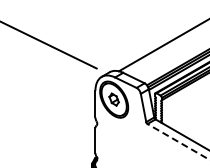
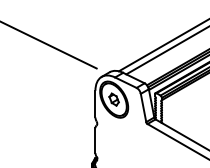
line at (166, 51): none -> present
line at (178, 142): dashed -> solid
